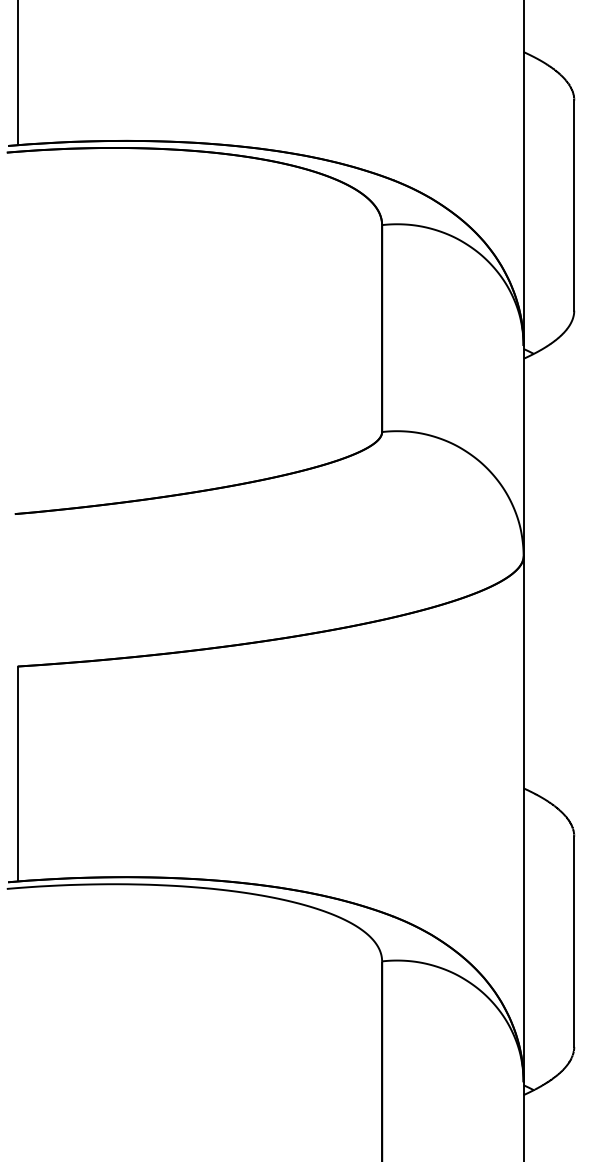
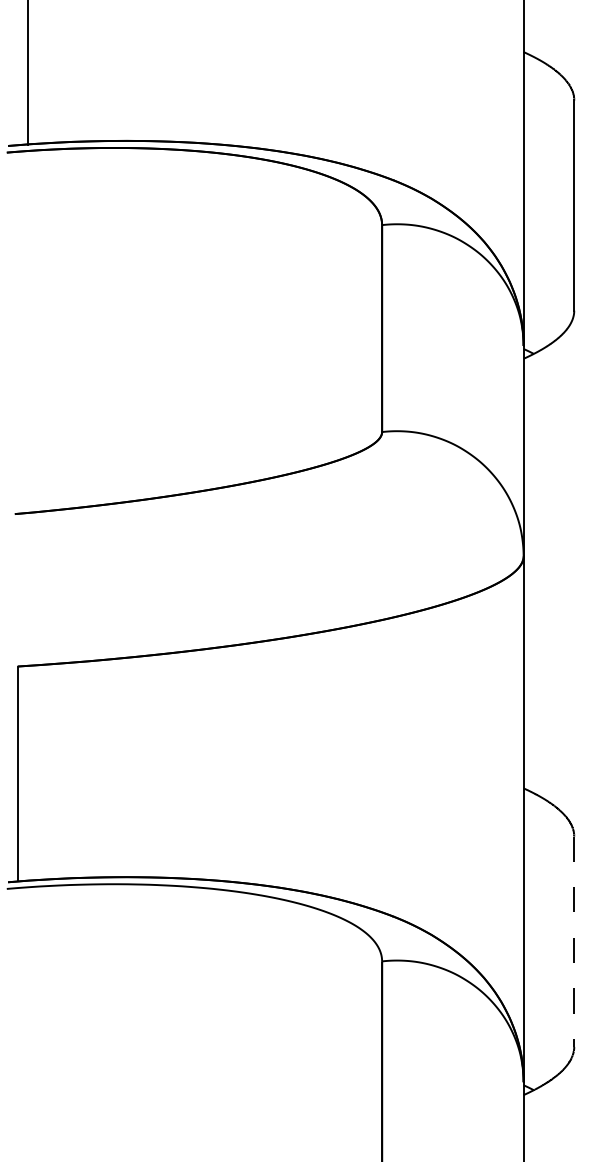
line at (17, 73) position: (17, 73) -> (27, 73)
line at (574, 942): solid -> dashed
